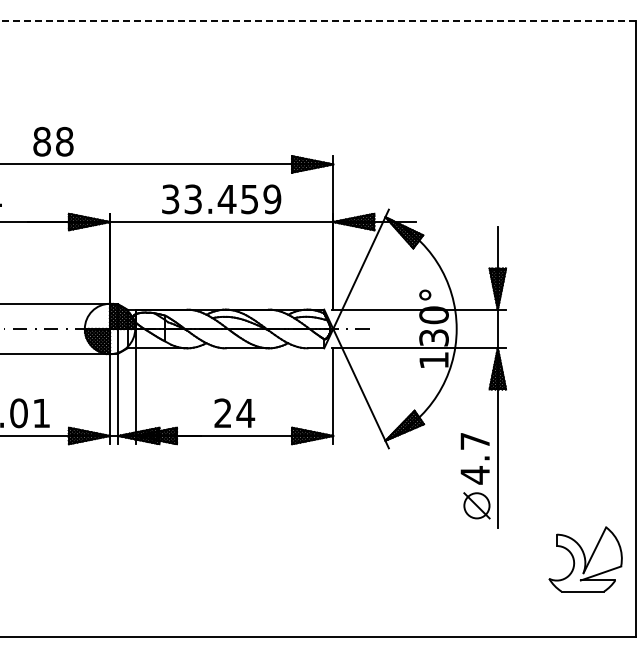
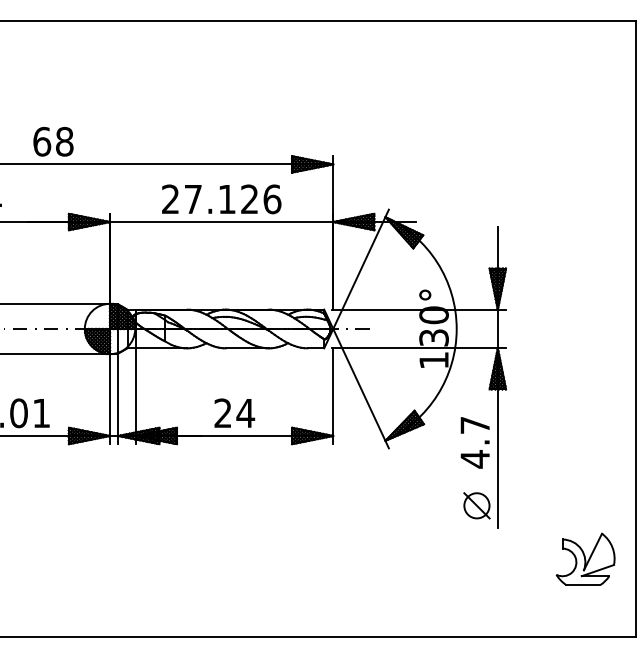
line at (318, 21): dashed -> solid
text at (42, 141): 88 -> 68
text at (221, 199): 33.459 -> 27.126
text at (474, 458) position: (474, 458) -> (474, 442)
part at (585, 559) size: 75x67 px -> 61x54 px
